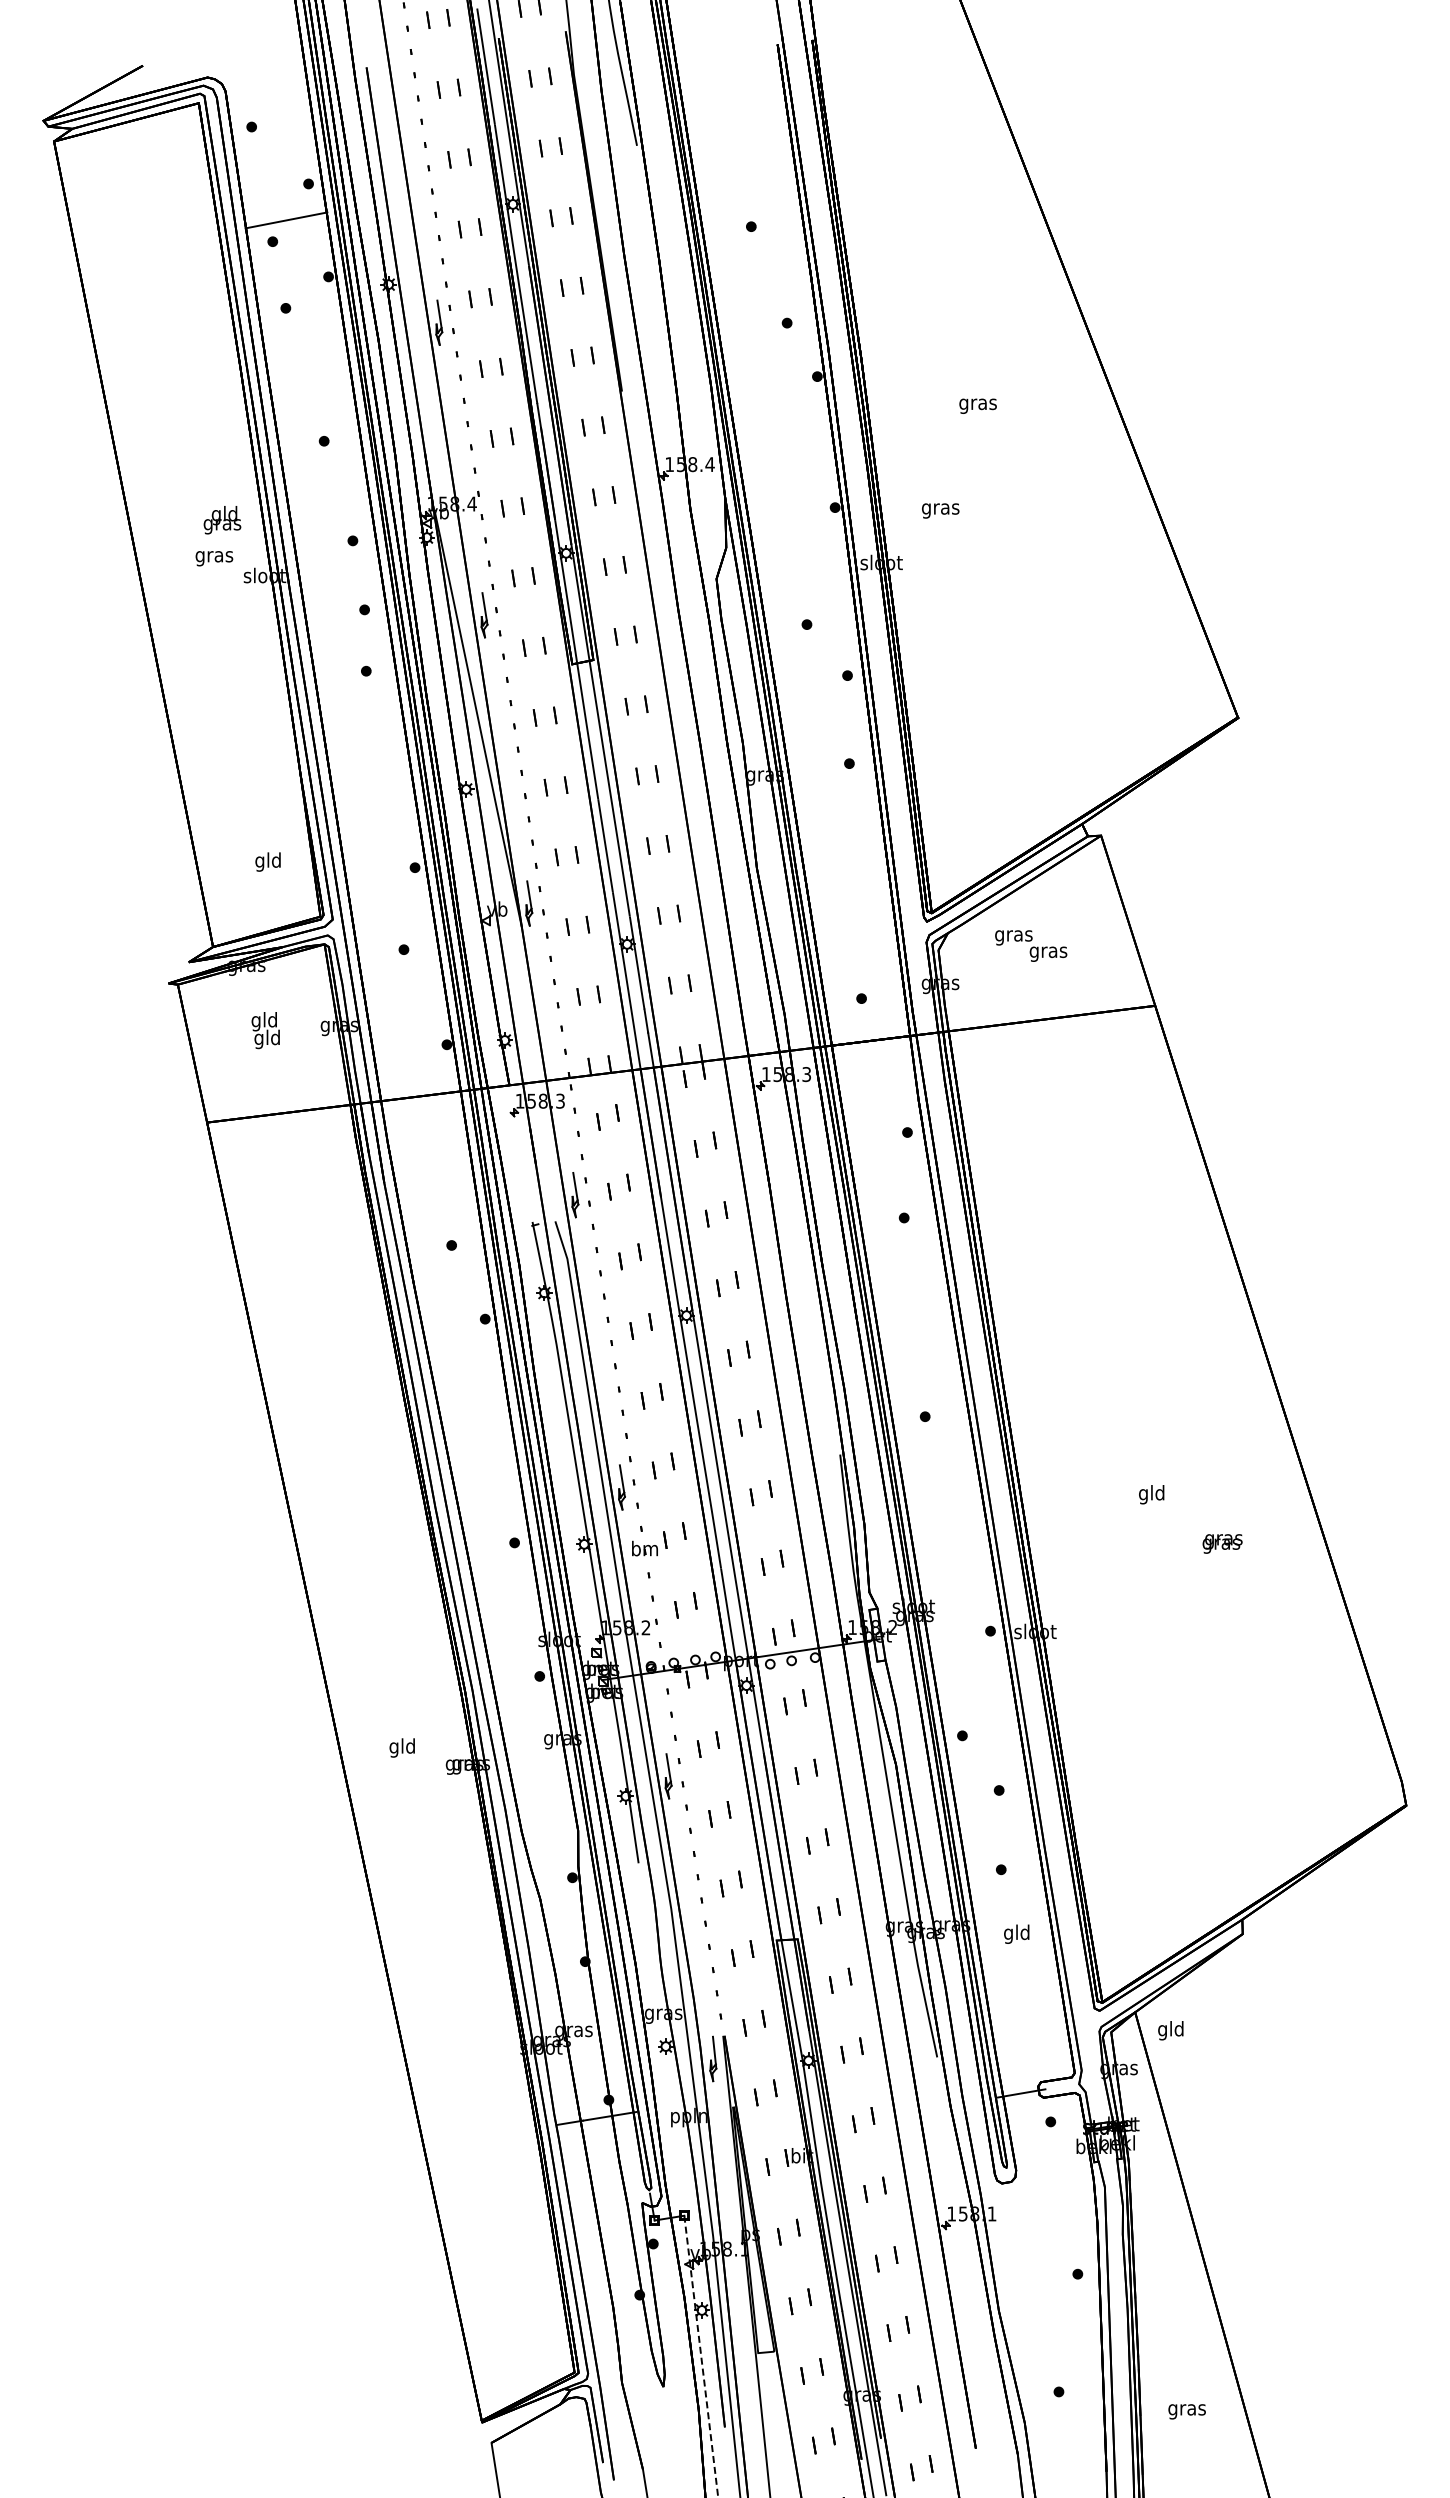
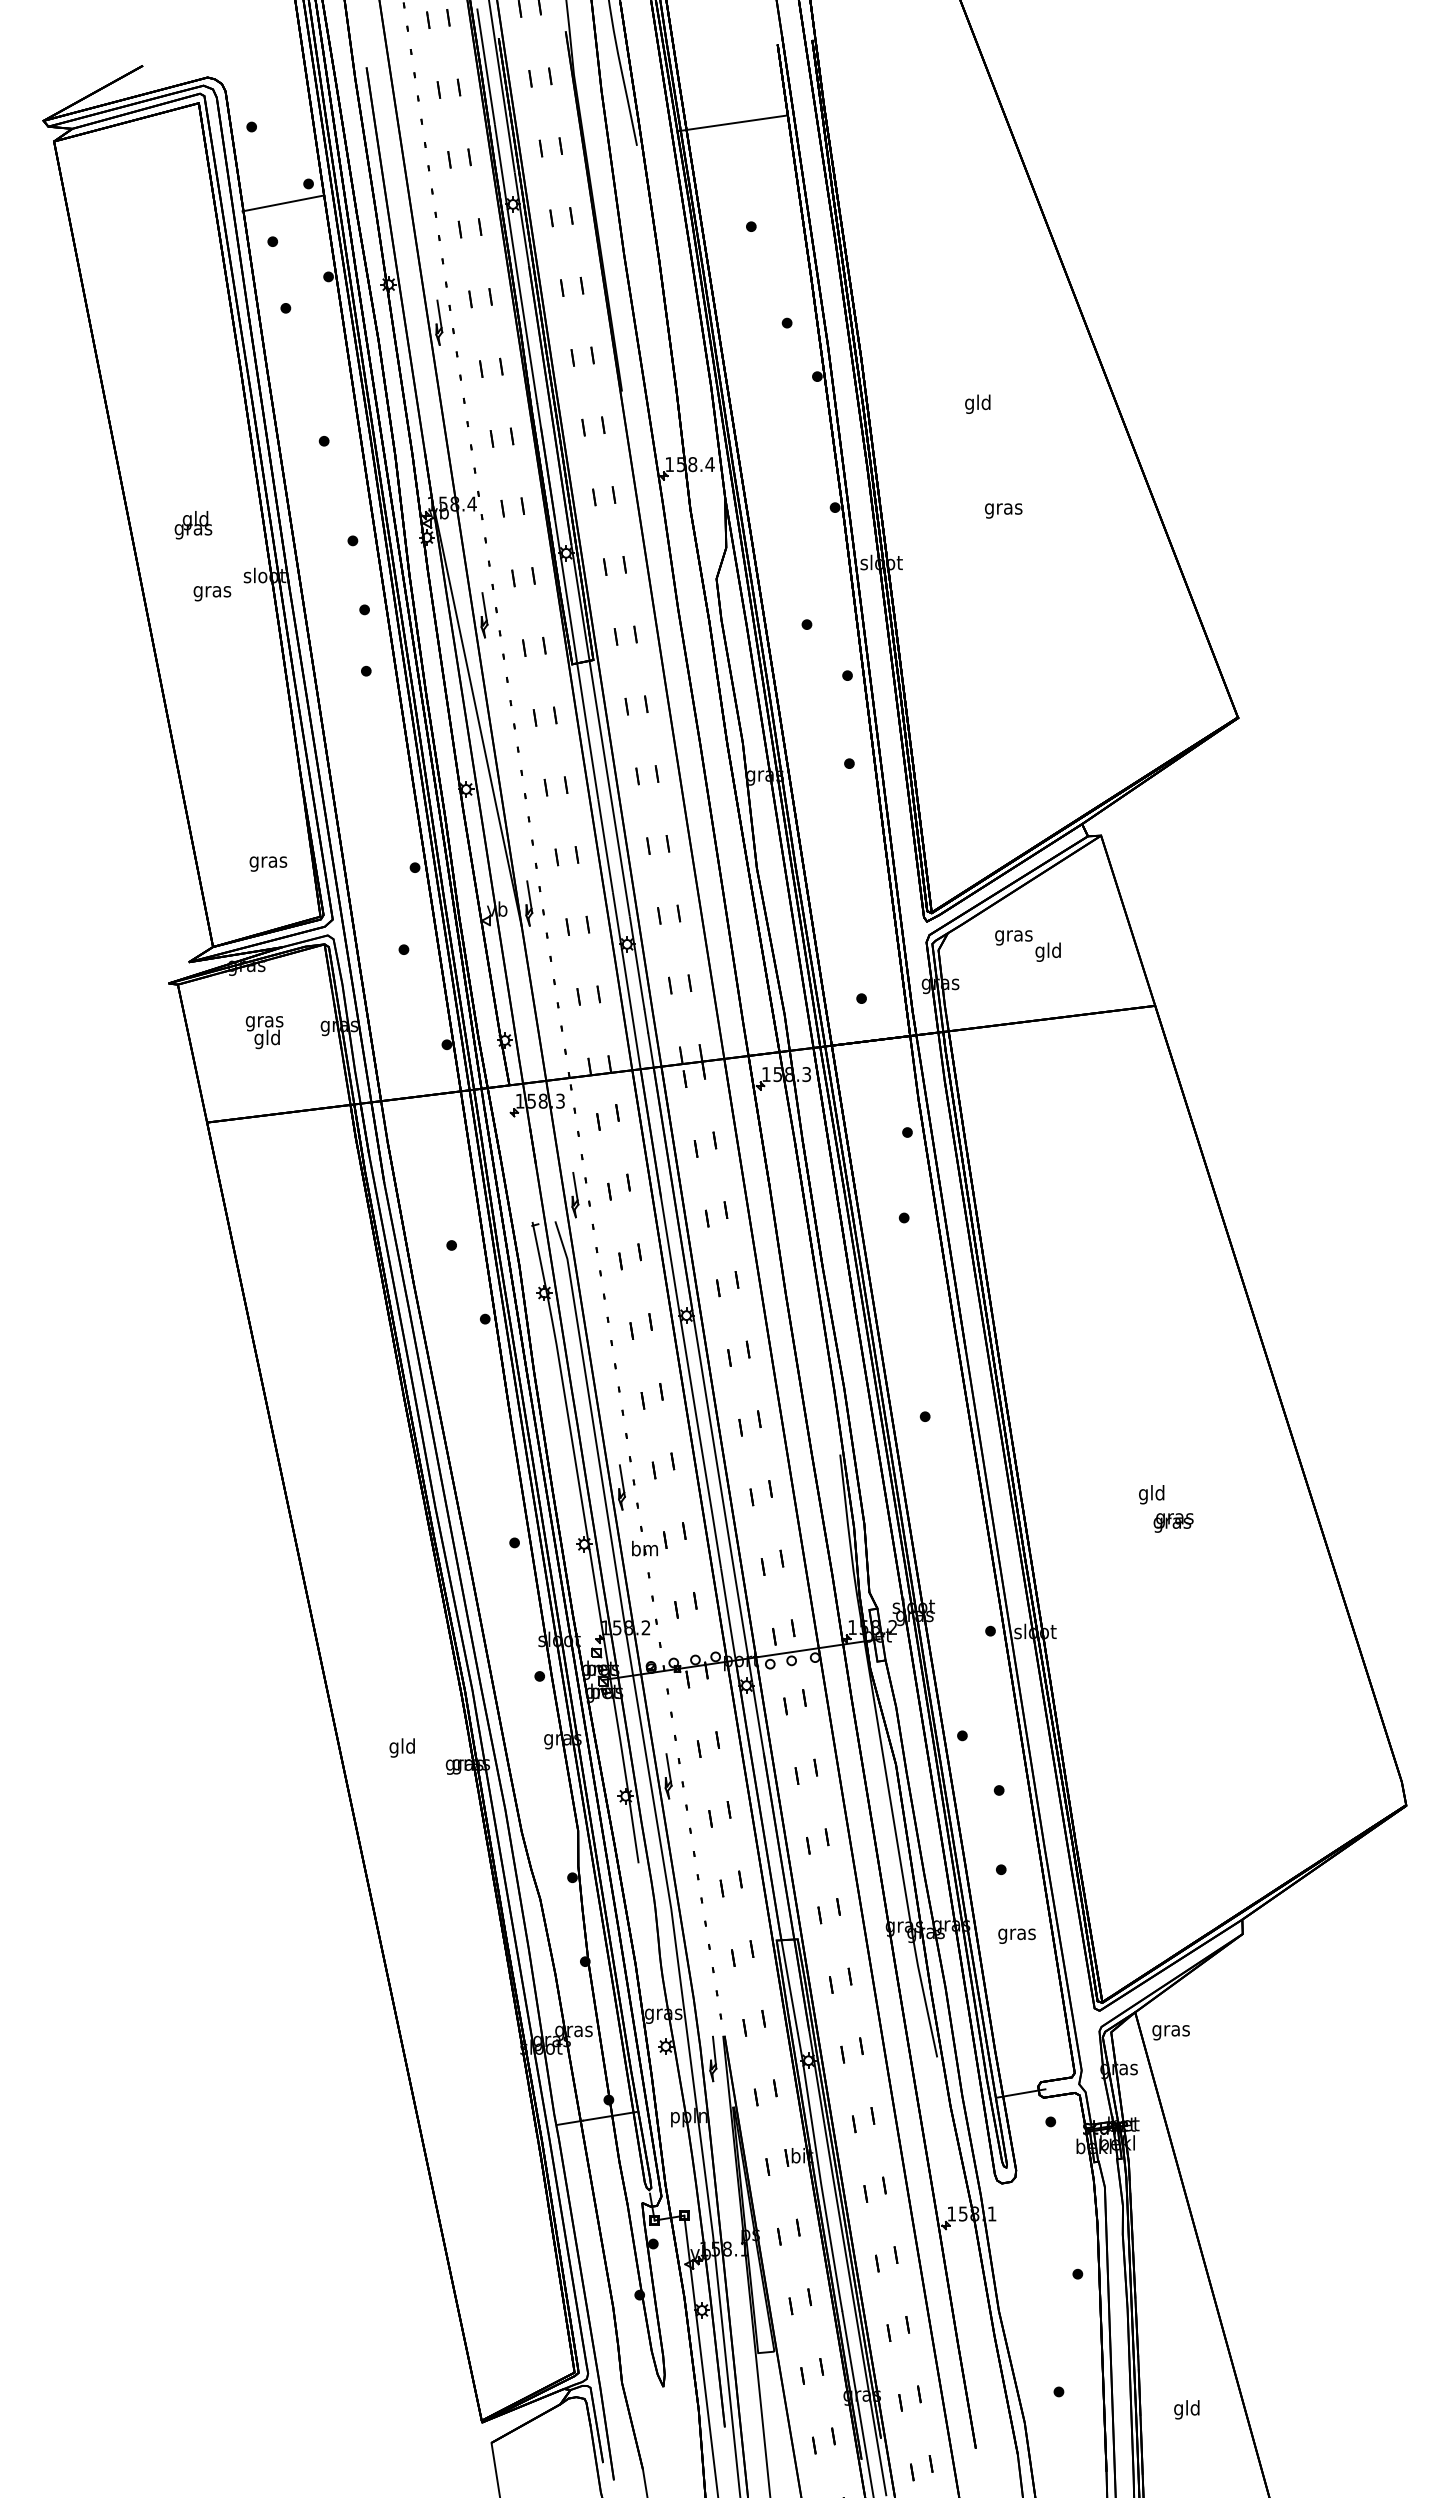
line at (732, 123): none -> present
line at (286, 220) position: (286, 220) -> (283, 203)
text at (977, 403): gras -> gld
text at (940, 510) position: (940, 510) -> (1003, 510)
text at (222, 520) position: (222, 520) -> (193, 525)
text at (214, 558) position: (214, 558) -> (212, 593)
text at (268, 861): gld -> gras
text at (1048, 951): gras -> gld
text at (264, 1021): gld -> gras
text at (1222, 1543) position: (1222, 1543) -> (1173, 1522)
text at (1016, 1933): gld -> gras
text at (1170, 2030): gld -> gras
line at (701, 2356): dashed -> solid
text at (1186, 2409): gras -> gld
